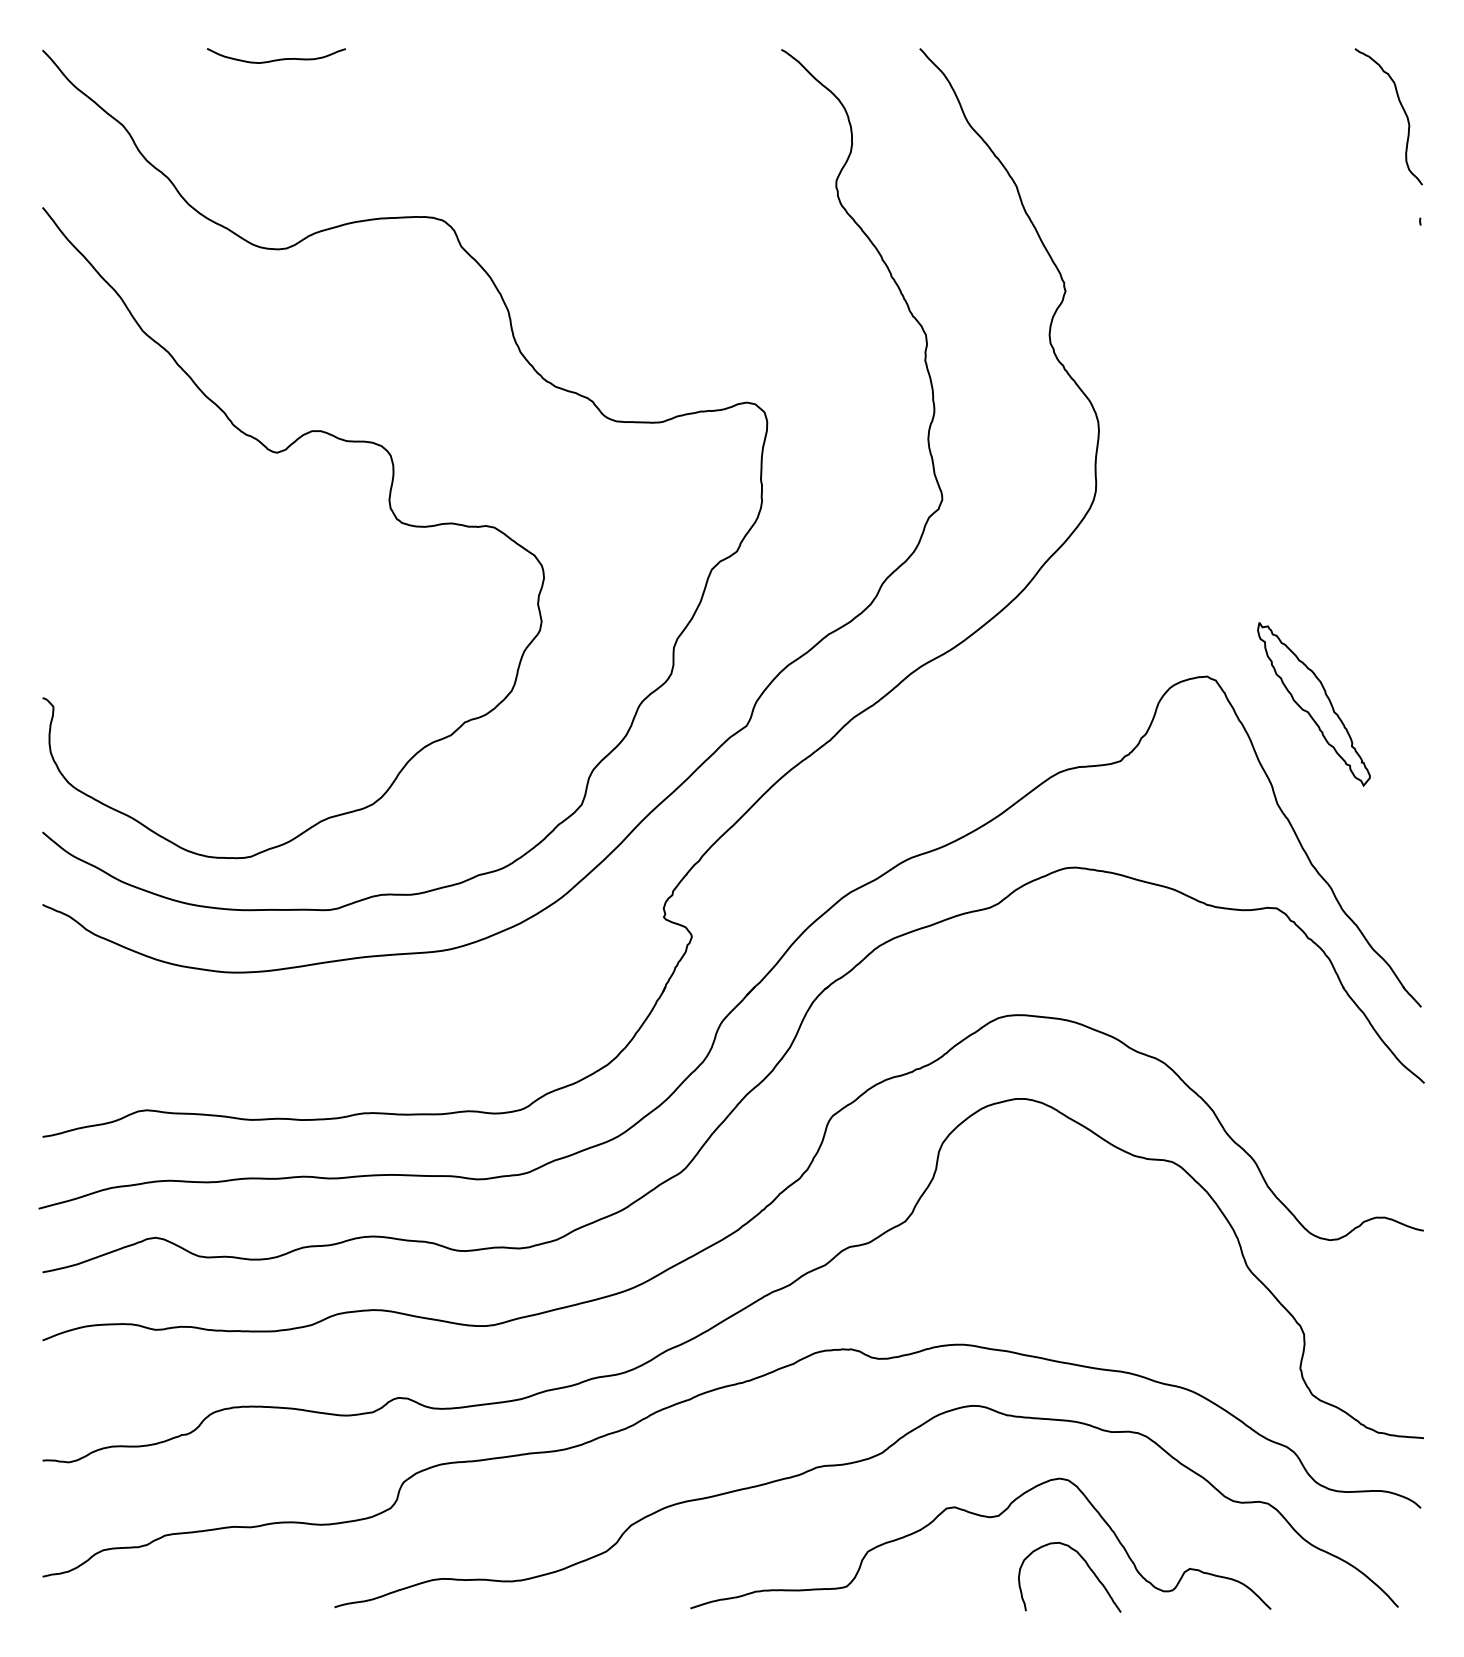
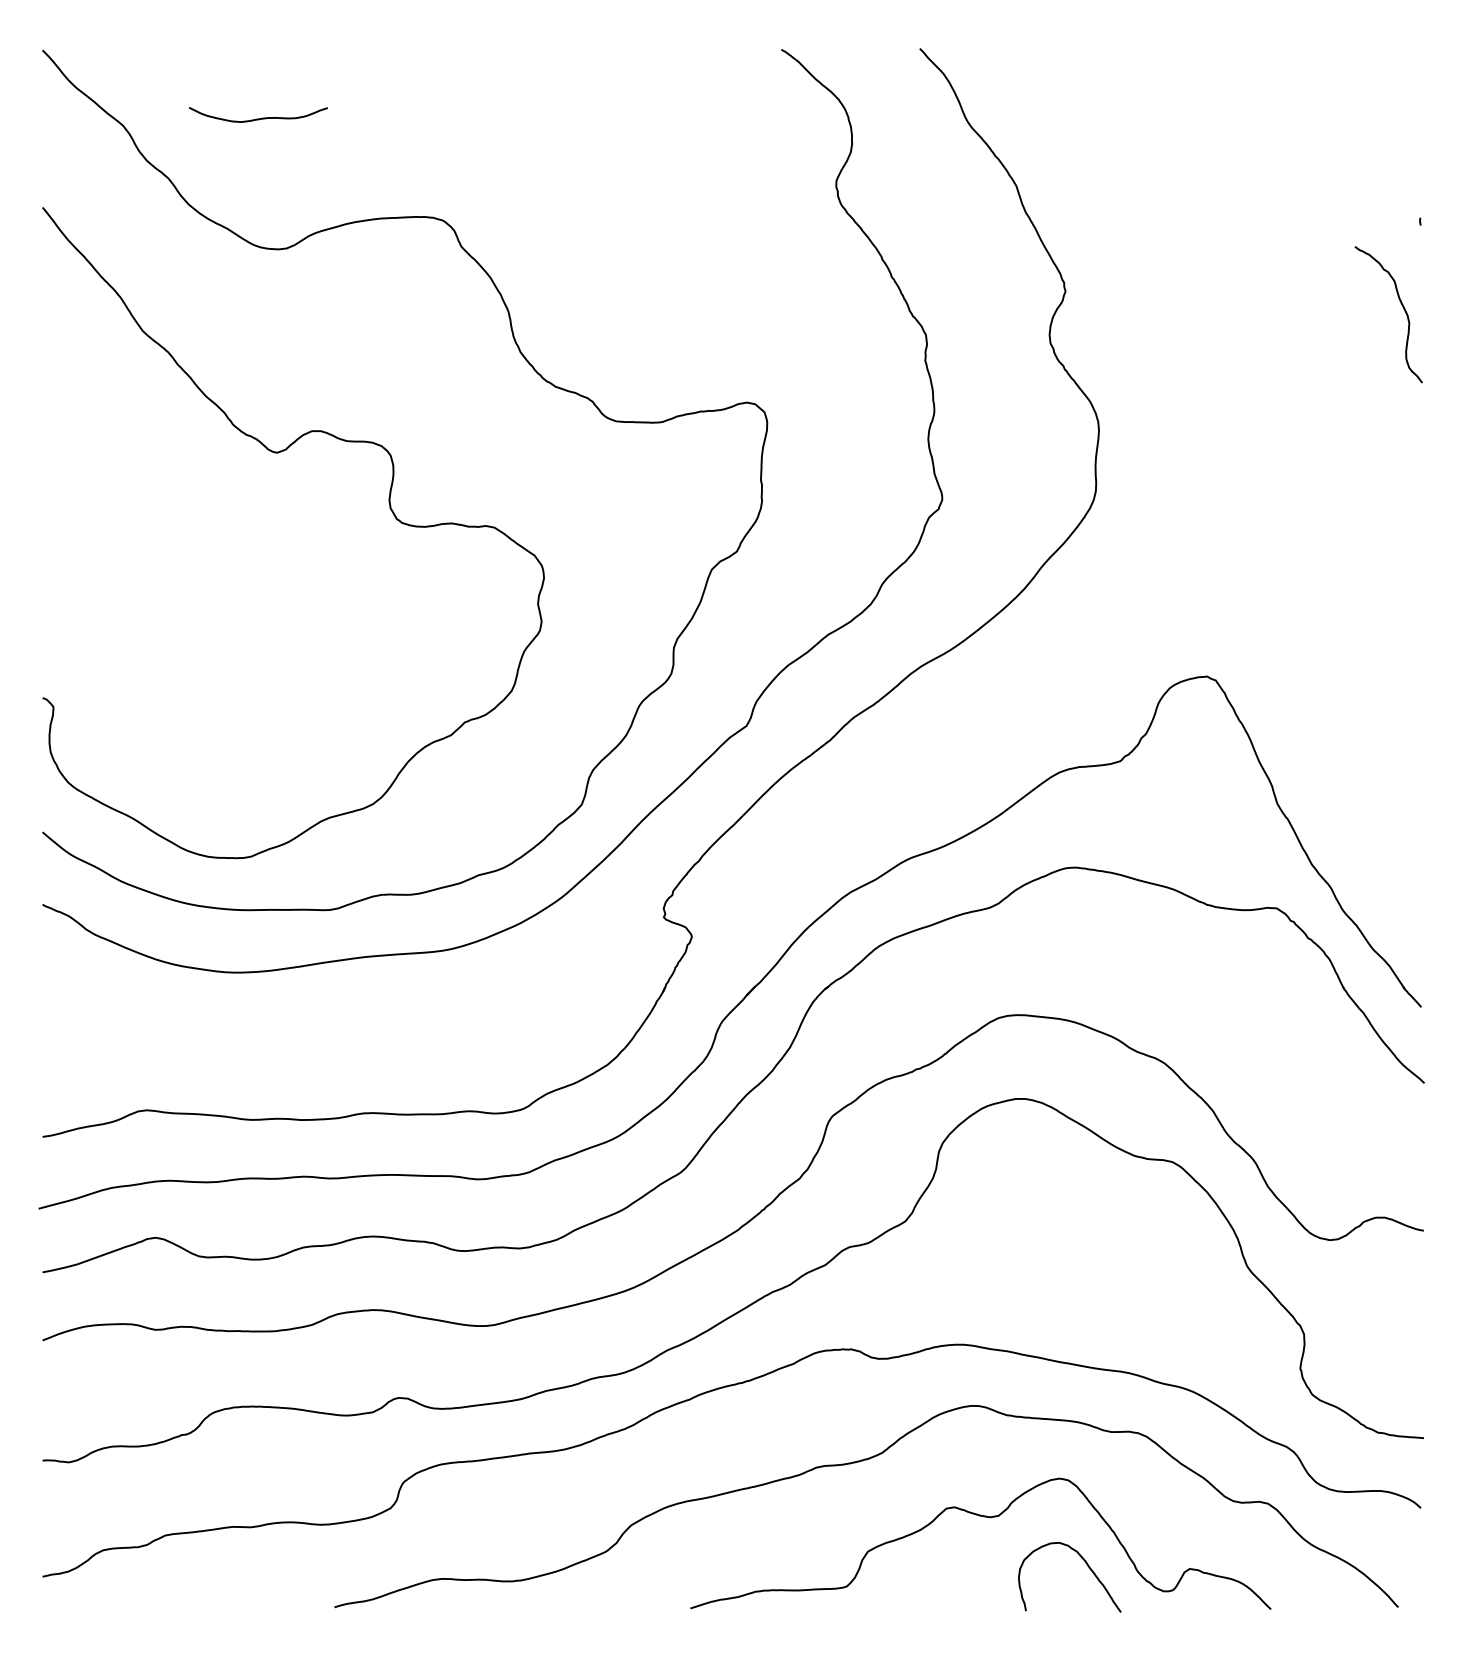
curve at (275, 59) position: (275, 59) -> (257, 118)
curve at (1402, 109) position: (1402, 109) -> (1402, 307)
part at (1313, 704): present -> none
